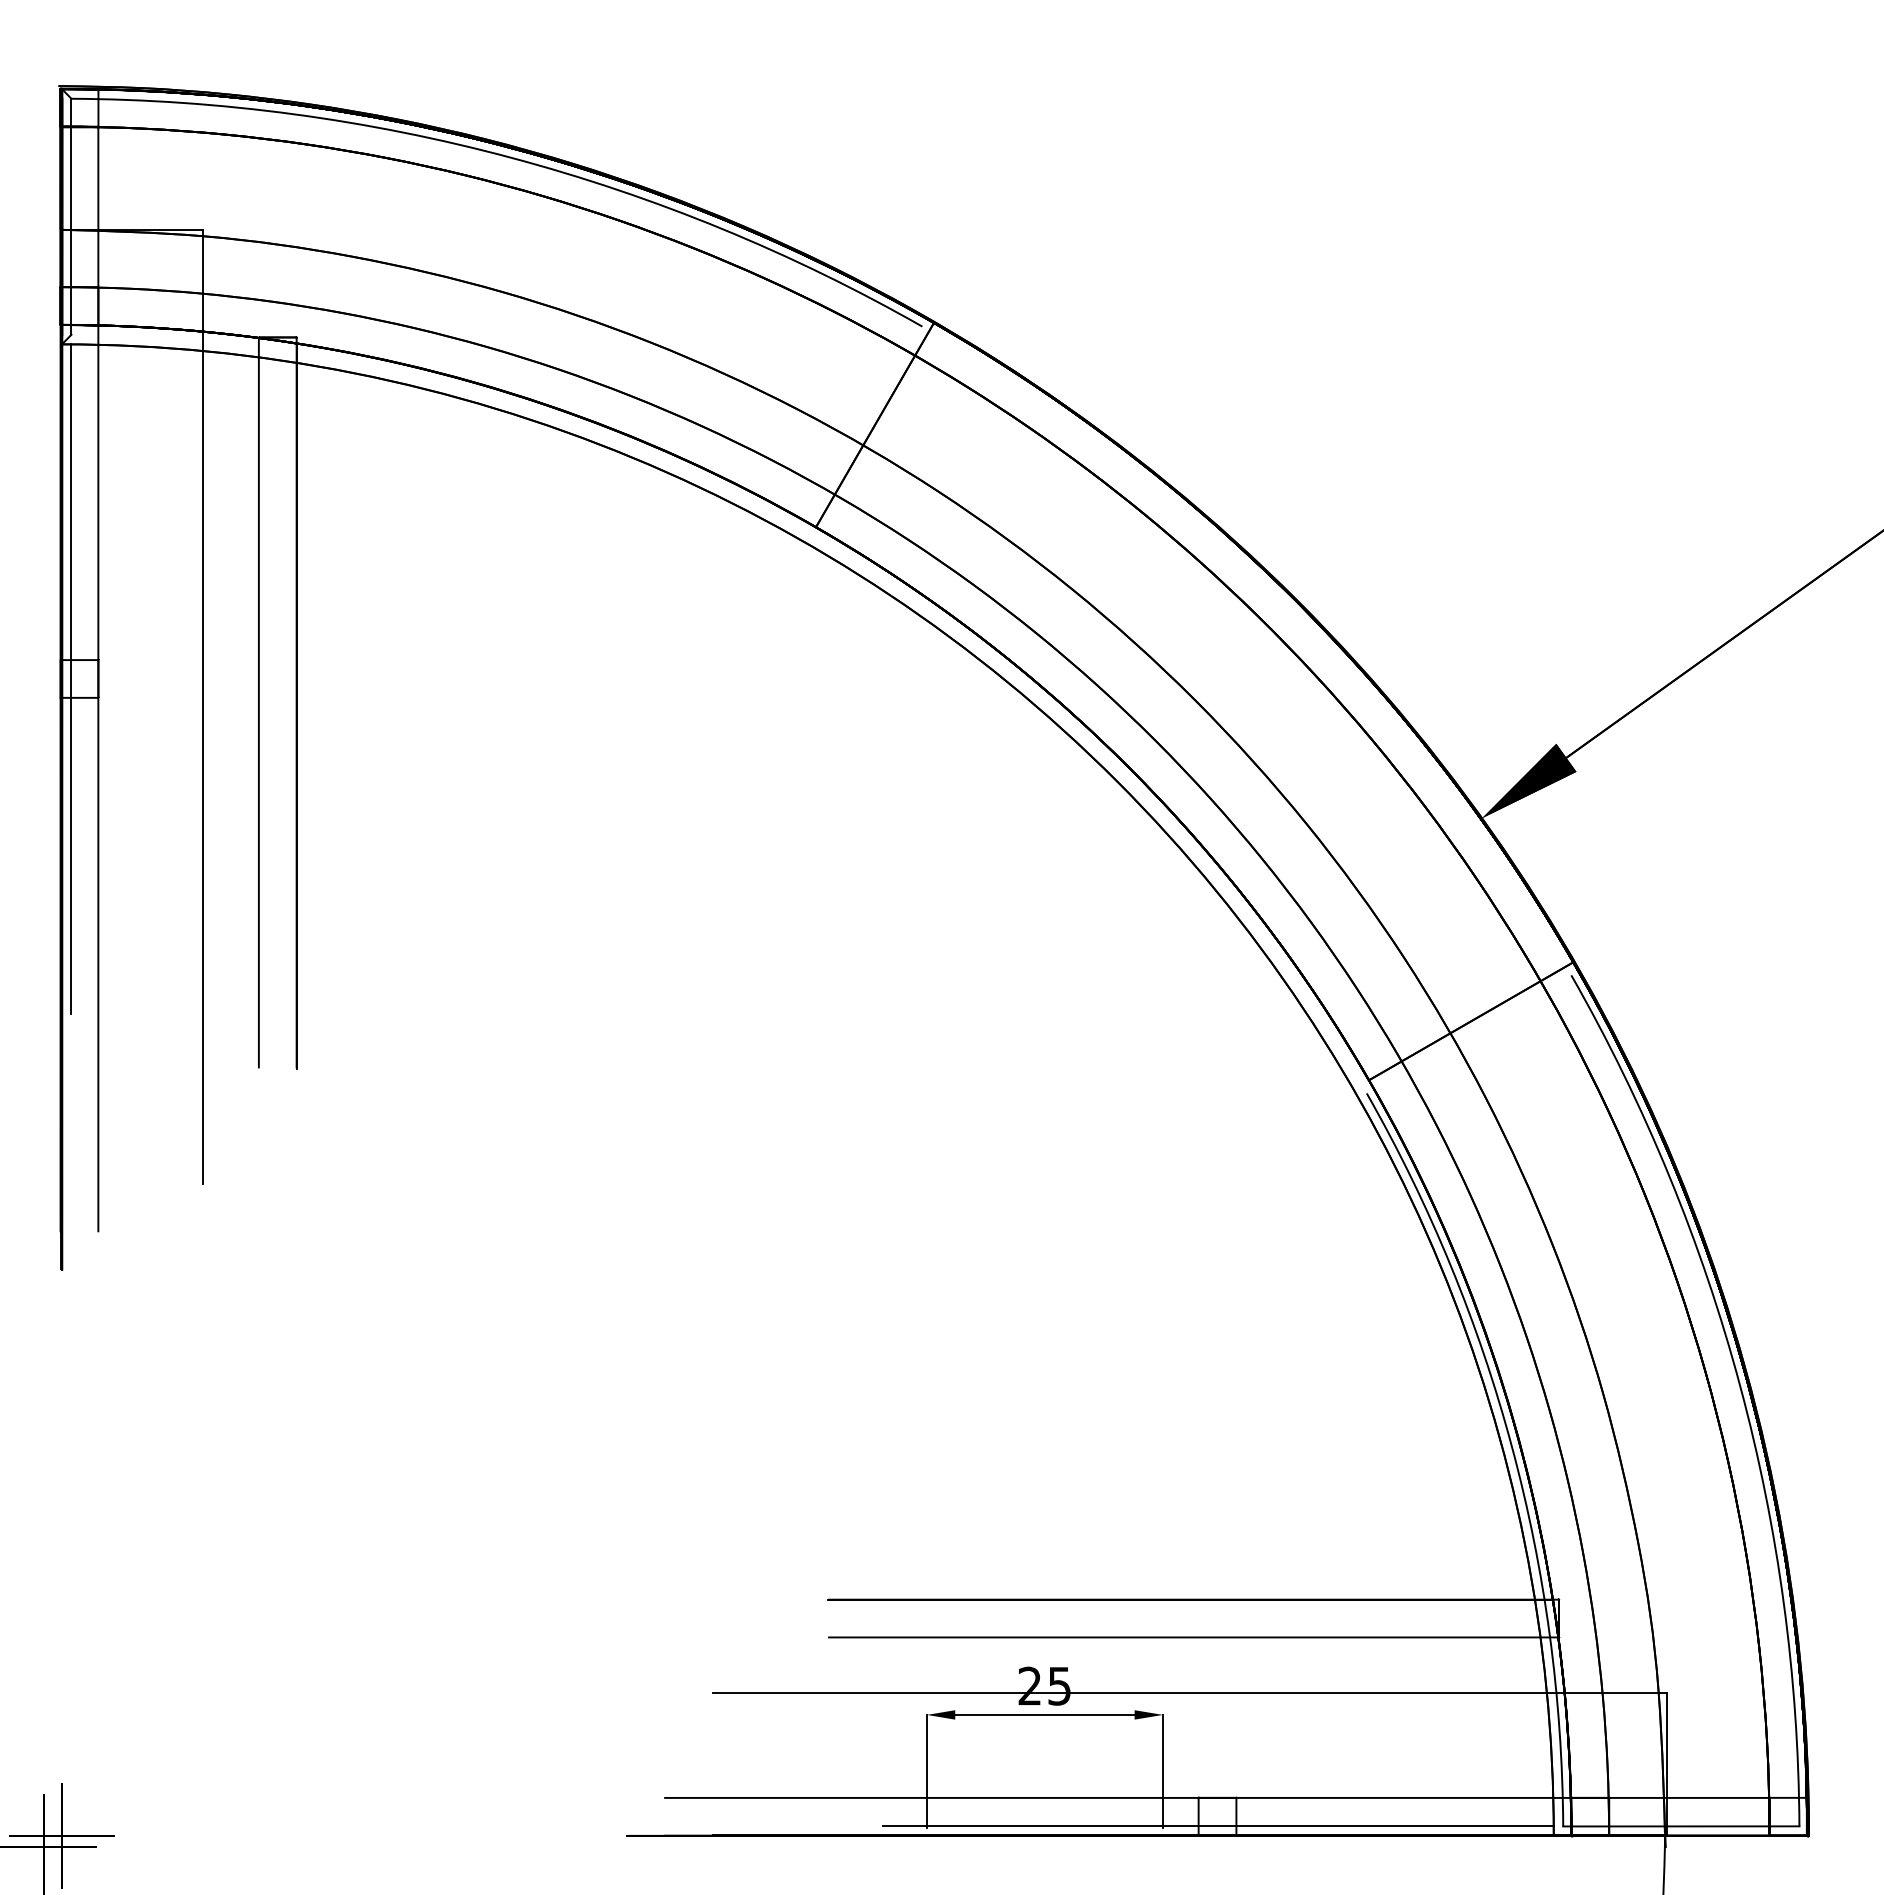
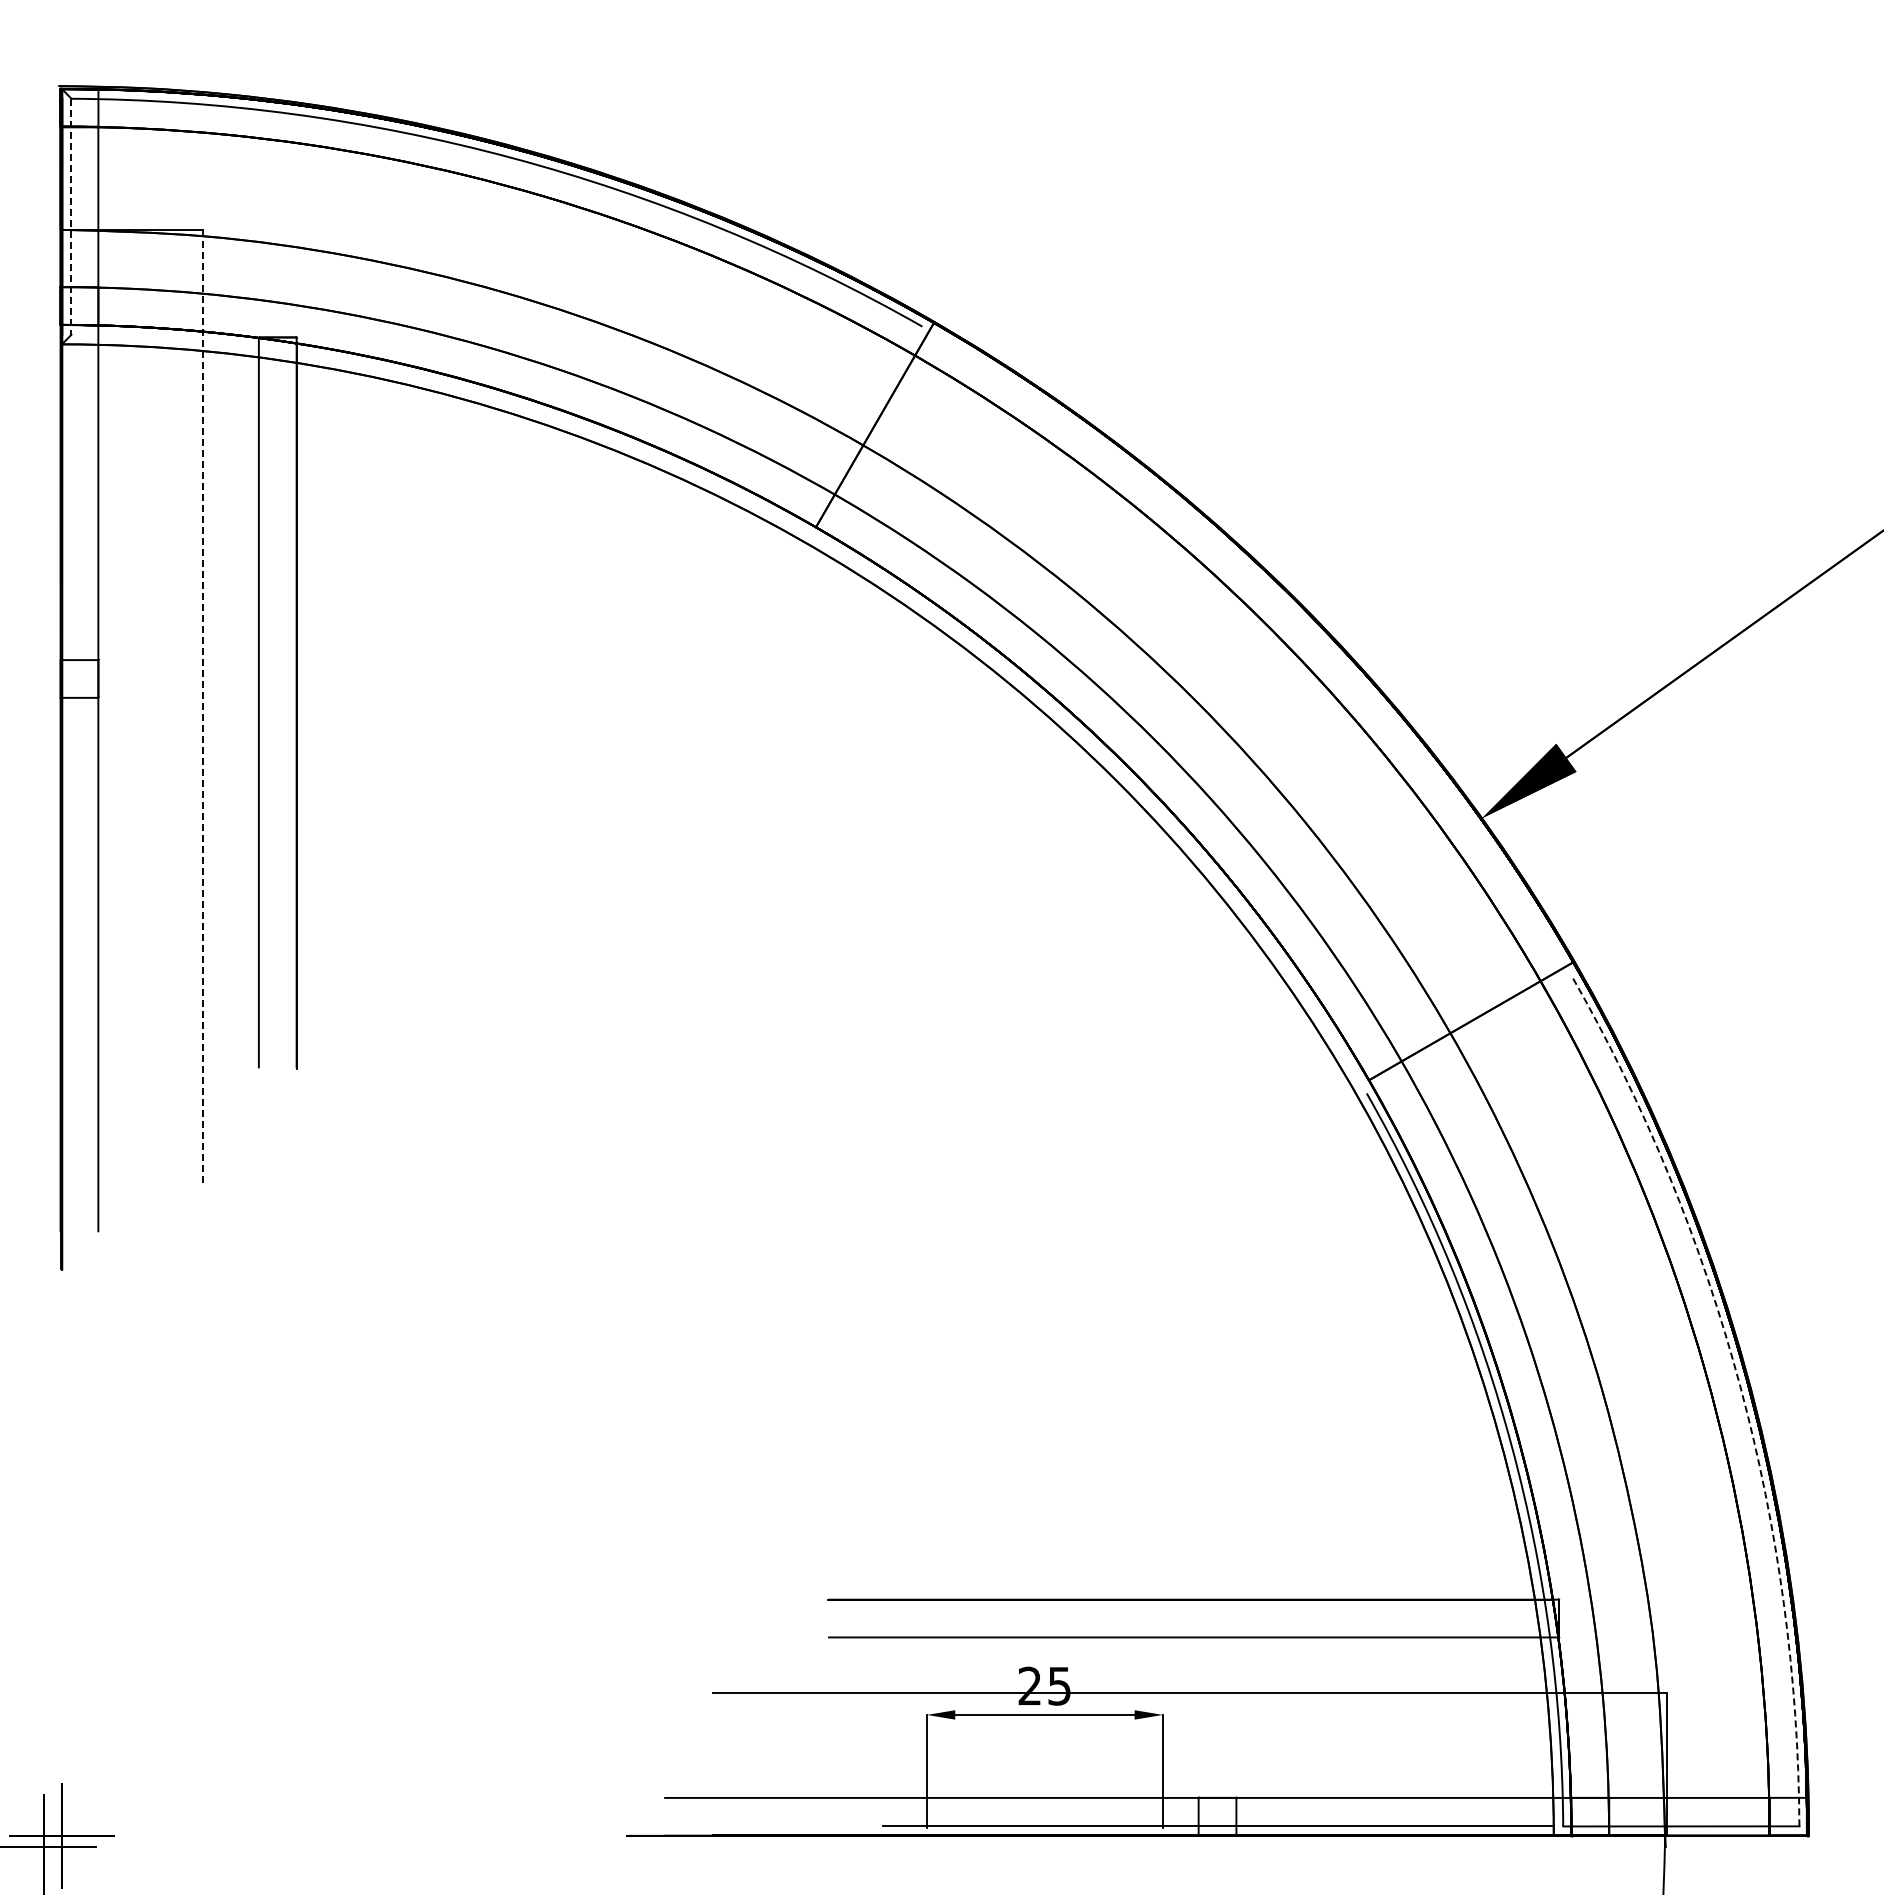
line at (71, 217): solid -> dashed
line at (71, 679): present -> none
line at (203, 706): solid -> dashed
arc at (1740, 1386): solid -> dashed
